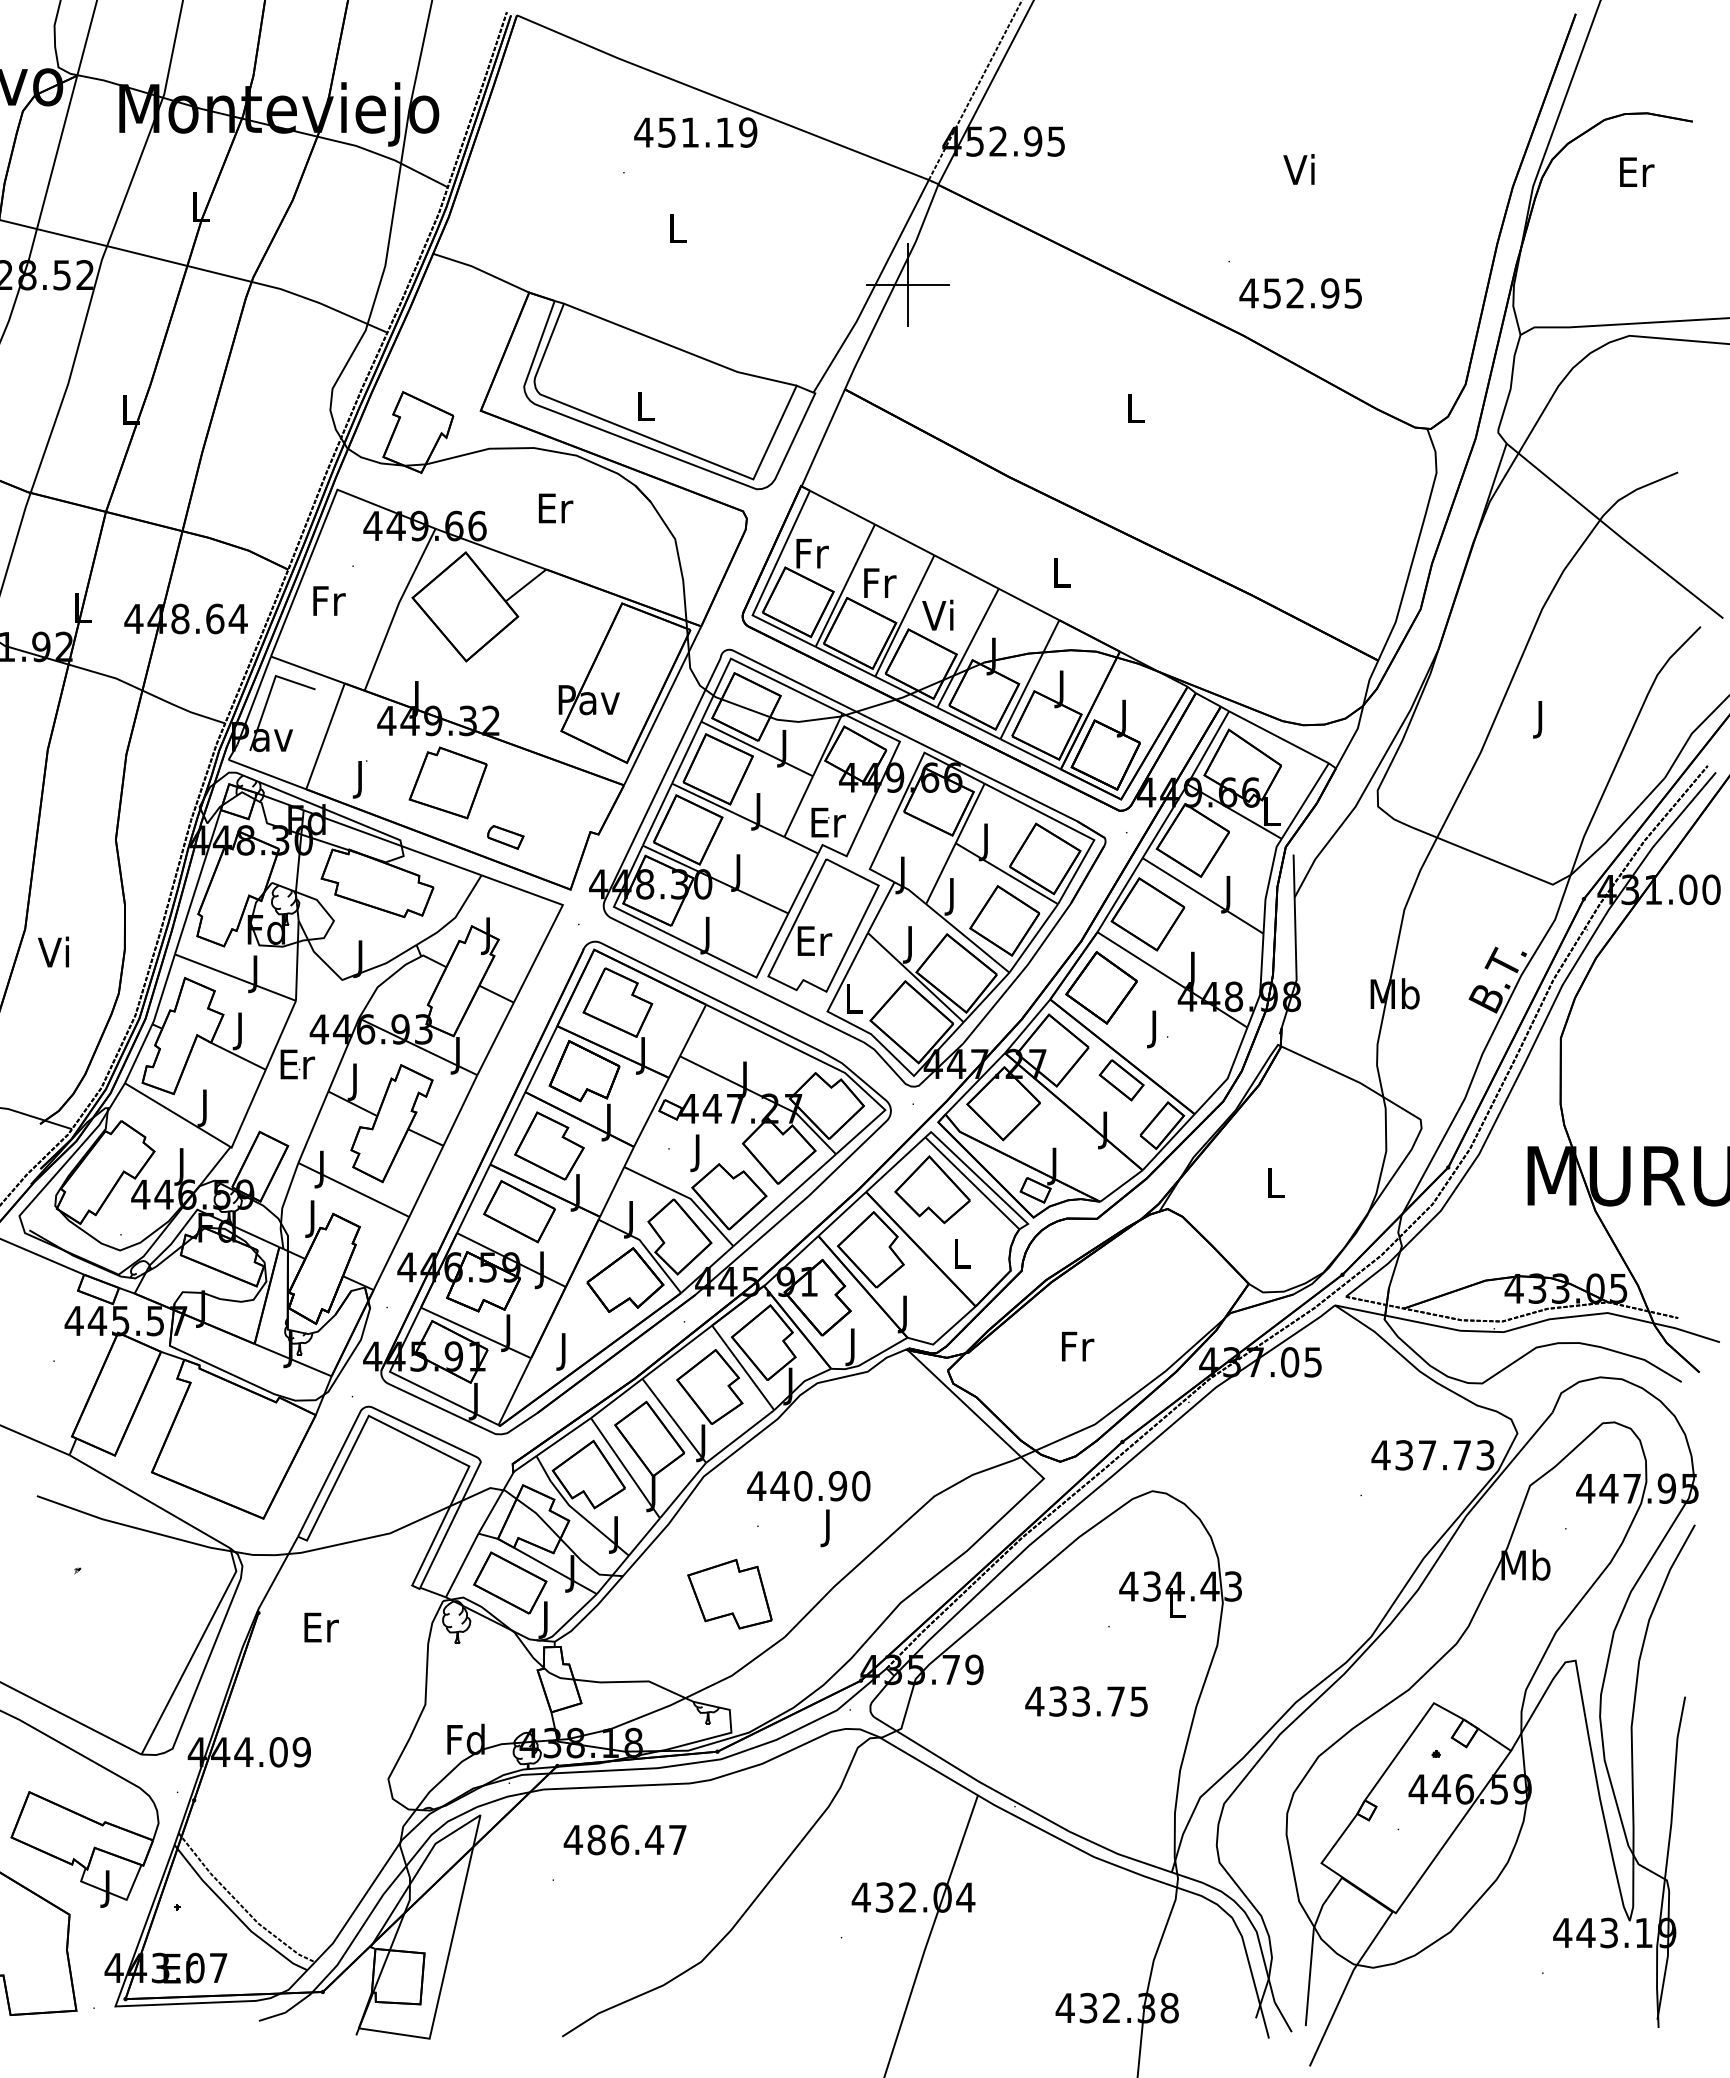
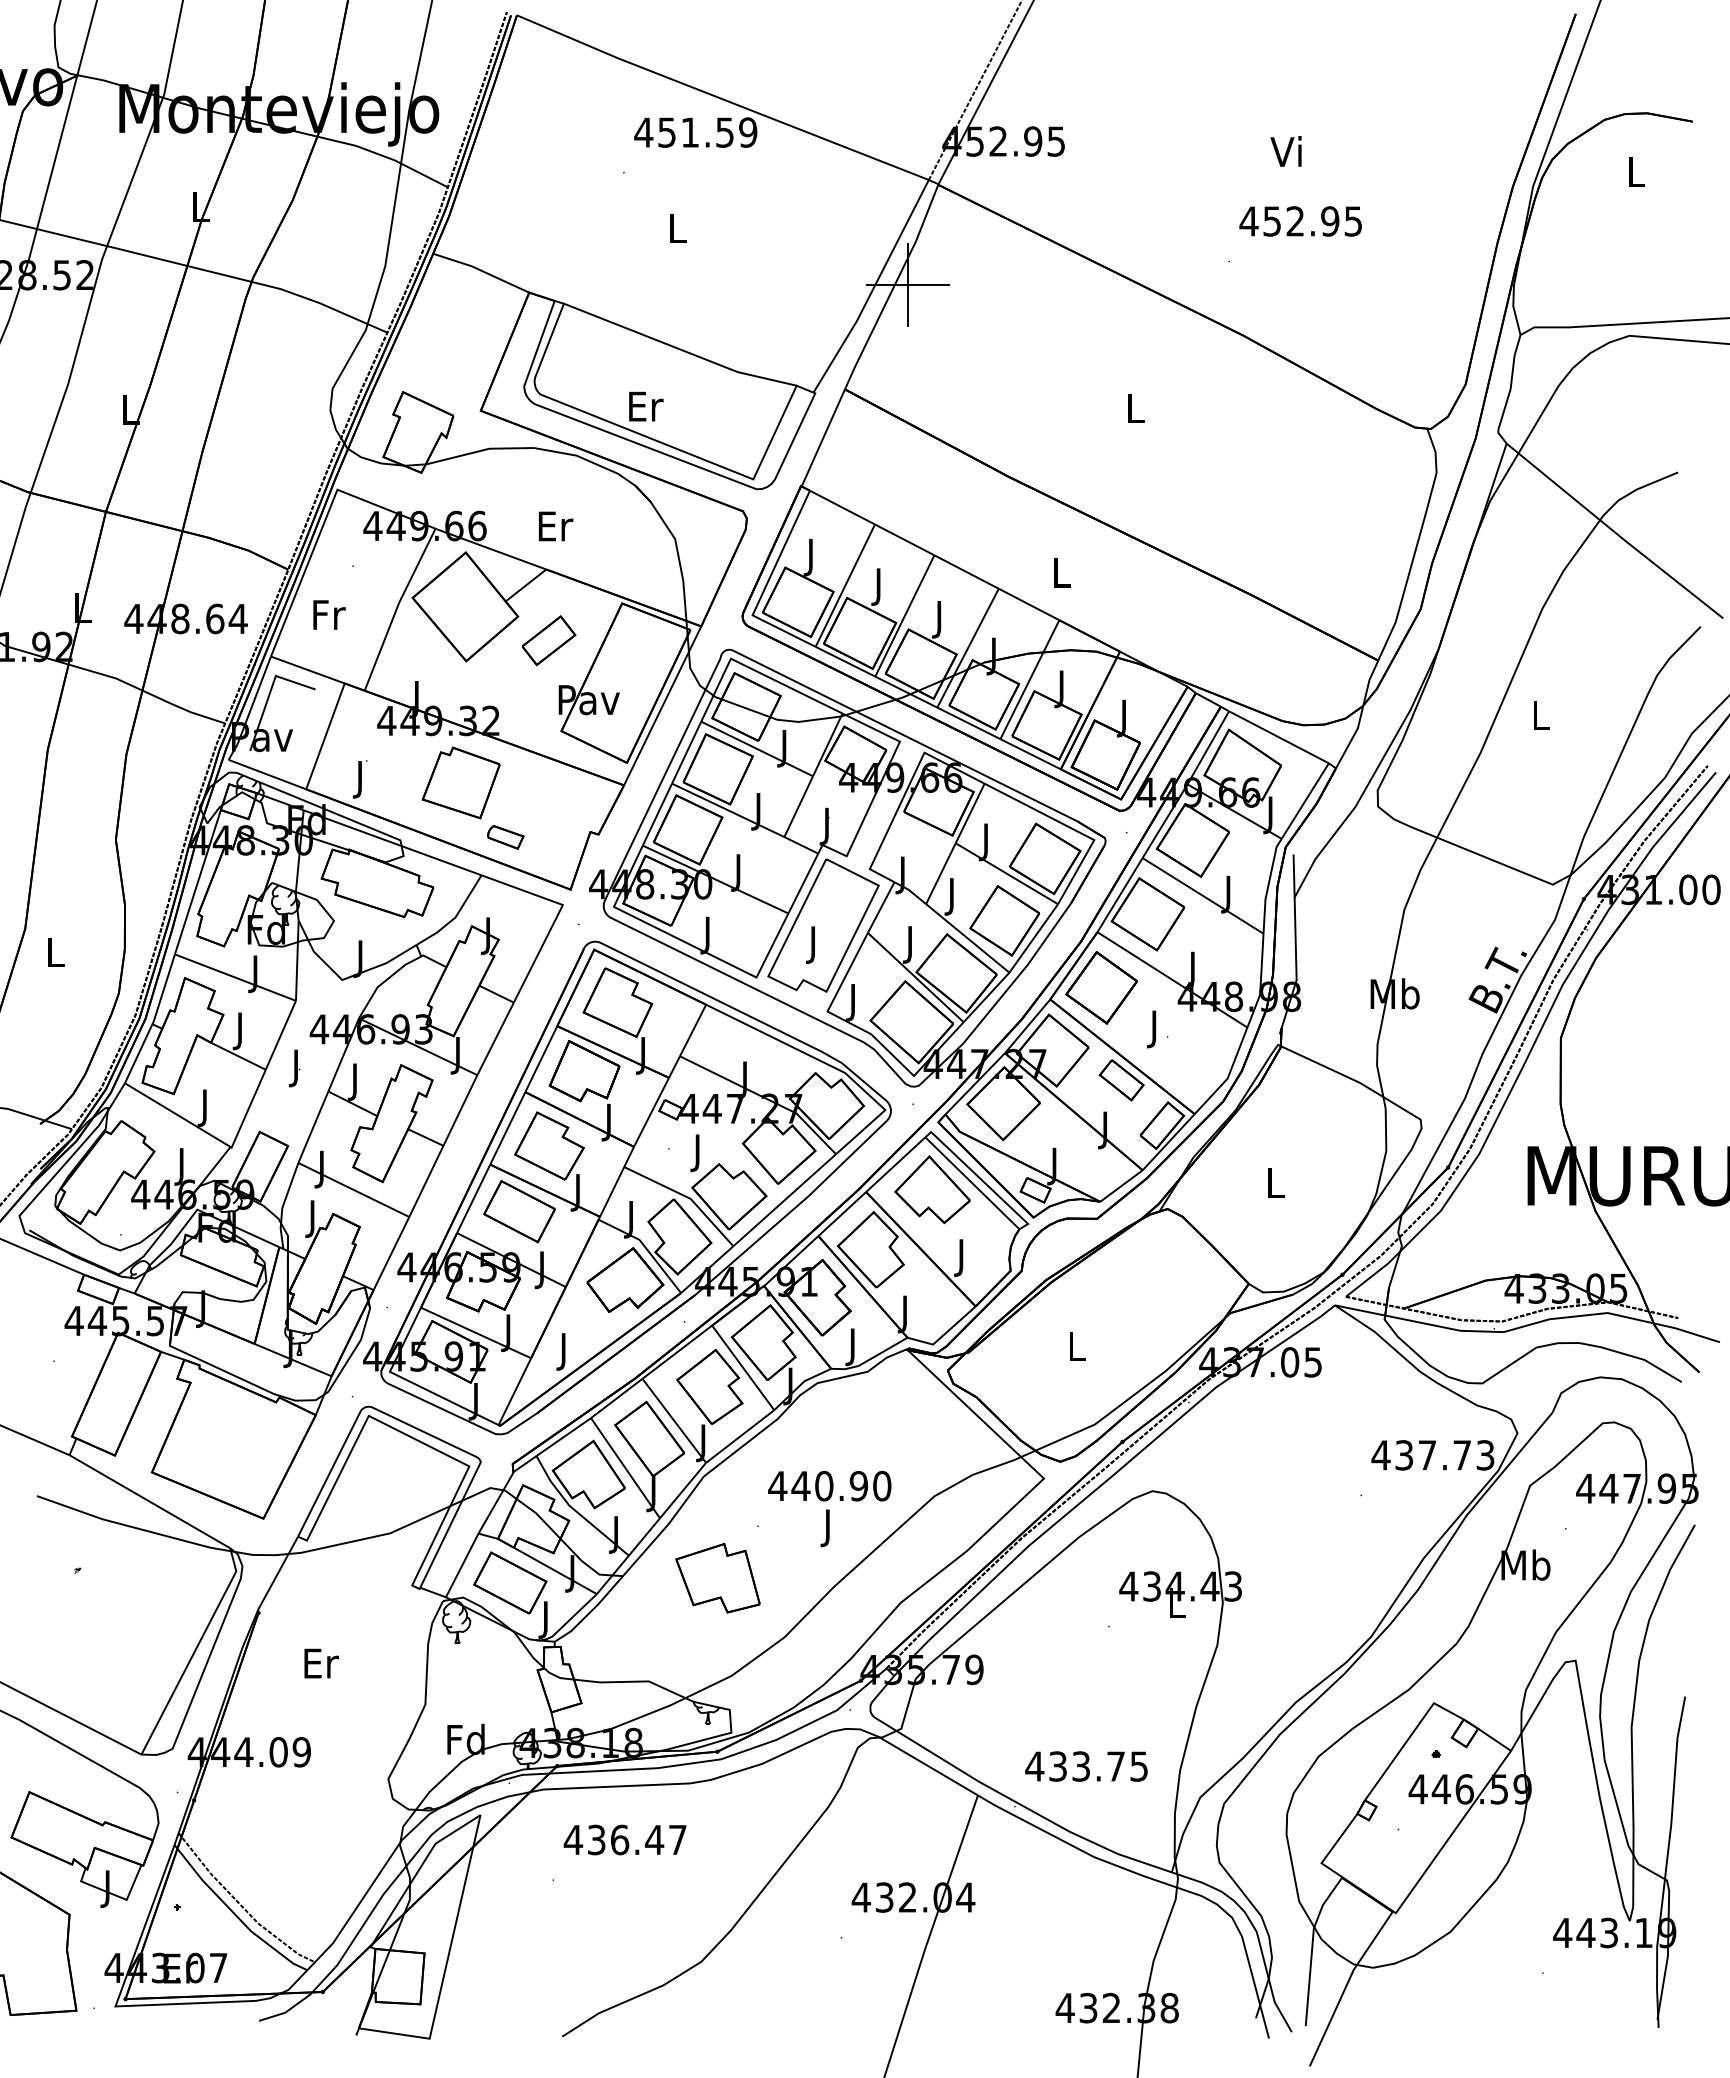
text at (724, 132): 451.19 -> 451.59
text at (1298, 169) position: (1298, 169) -> (1285, 151)
text at (1637, 171): Er -> L
text at (1300, 293) position: (1300, 293) -> (1300, 221)
text at (646, 406): L -> Er
text at (556, 508) position: (556, 508) -> (556, 526)
text at (812, 557): Fr -> J
text at (880, 586): Fr -> J
text at (329, 600) position: (329, 600) -> (329, 614)
text at (937, 618): Vi -> J
part at (548, 640): none -> present
text at (1541, 719): J -> L
part at (447, 782) position: (447, 782) -> (460, 782)
text at (1271, 815): L -> J
text at (828, 826): Er -> J
text at (814, 944): Er -> J
text at (53, 951): Vi -> L
text at (854, 1002): L -> J
text at (297, 1068): Er -> J
text at (962, 1257): L -> J
text at (1078, 1346): Fr -> L
text at (808, 1486) position: (808, 1486) -> (829, 1486)
part at (729, 1593) position: (729, 1593) -> (717, 1577)
text at (321, 1627) position: (321, 1627) -> (321, 1663)
text at (1086, 1701) position: (1086, 1701) -> (1086, 1766)
text at (596, 1839): 486.47 -> 436.47
